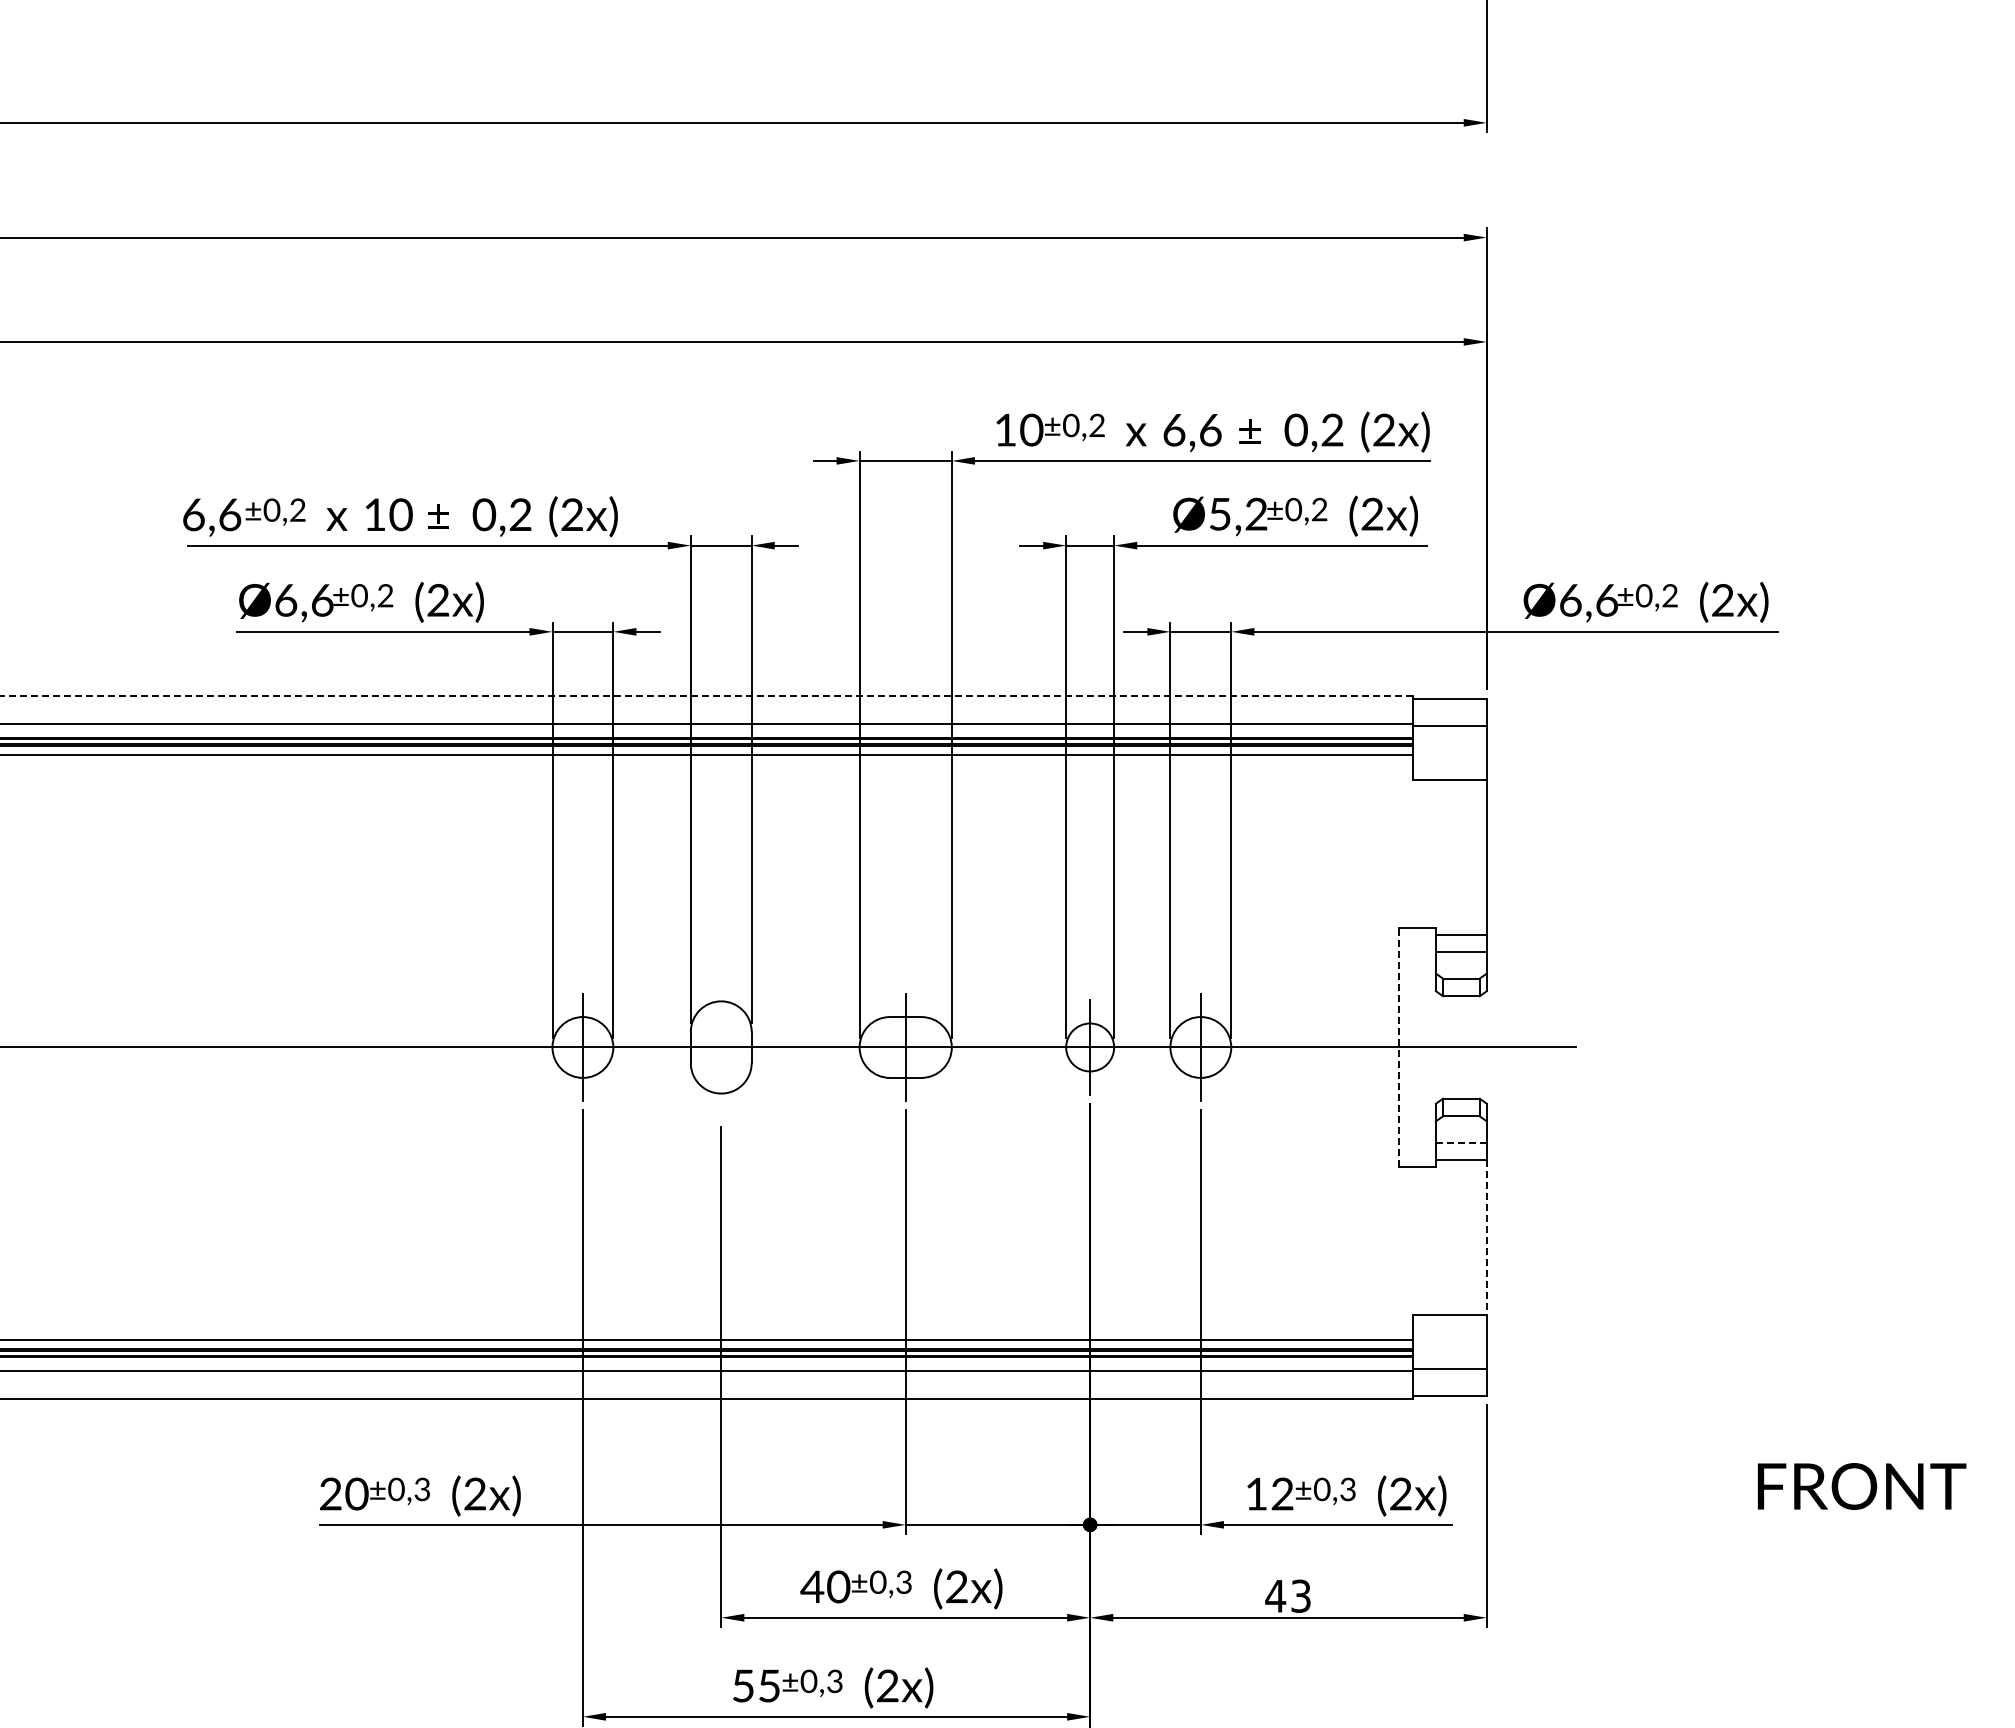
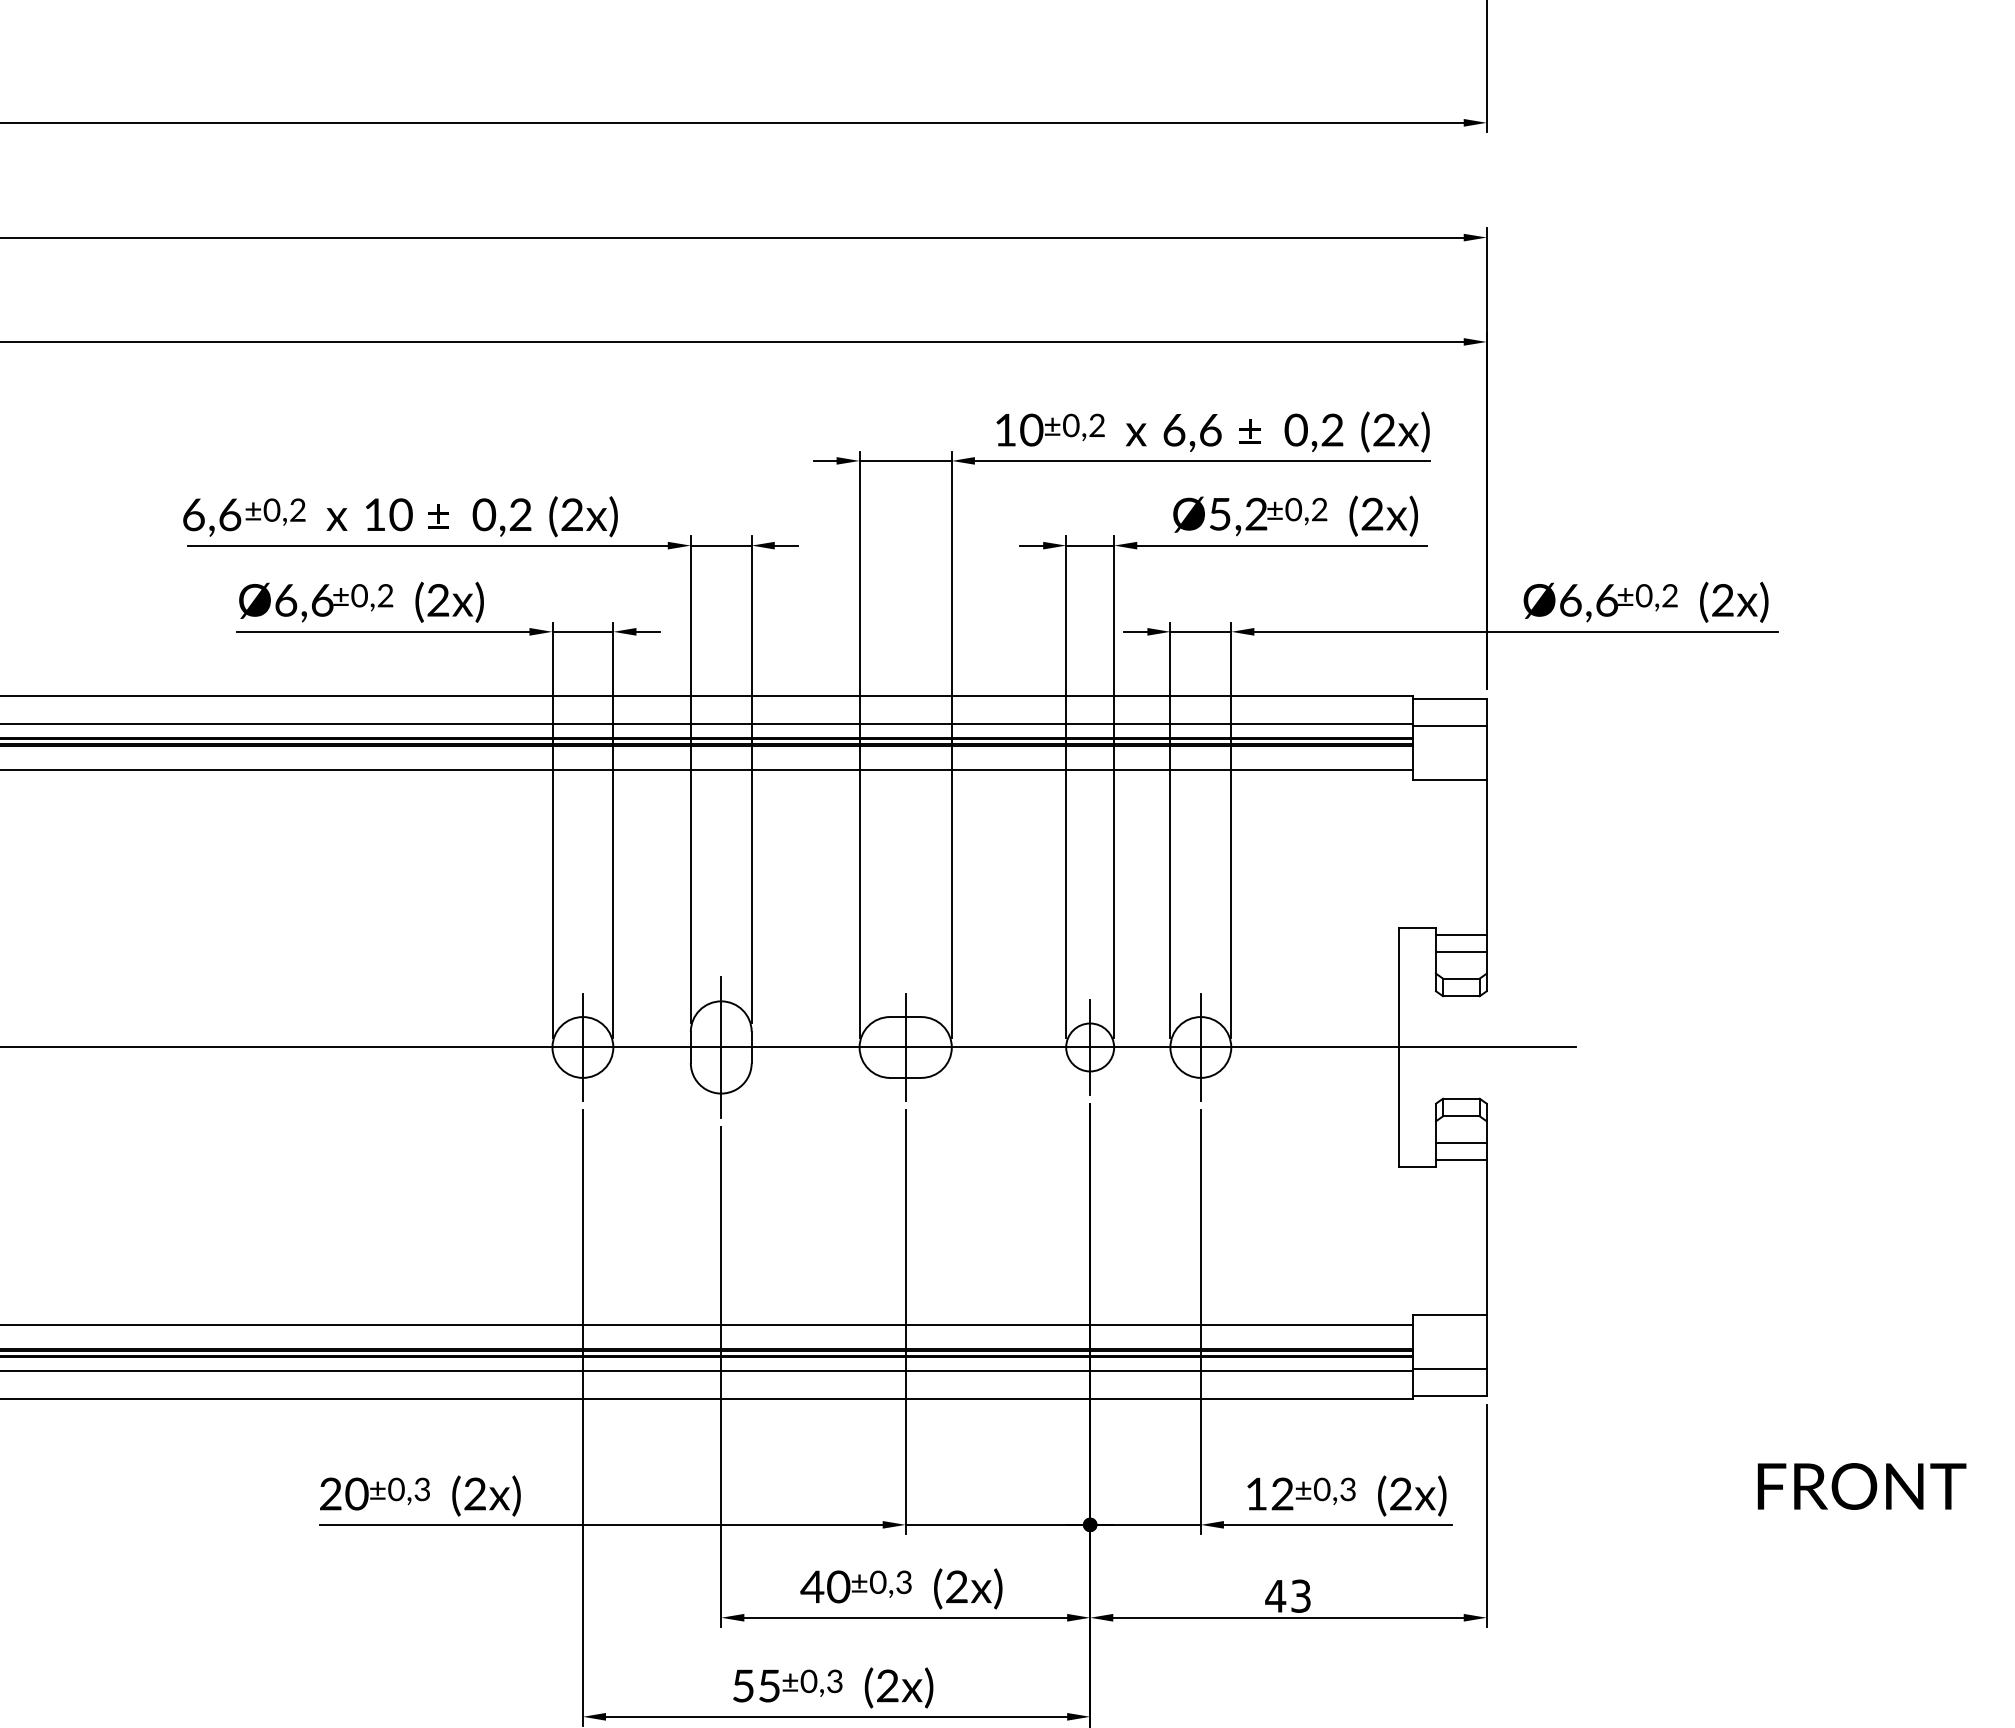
line at (706, 696): dashed -> solid
line at (707, 755) position: (707, 755) -> (707, 770)
line at (721, 1047): none -> present
line at (1399, 1047): dashed -> solid
line at (1461, 1142): dashed -> solid
line at (1486, 1238): dashed -> solid
line at (707, 1339) position: (707, 1339) -> (707, 1324)
